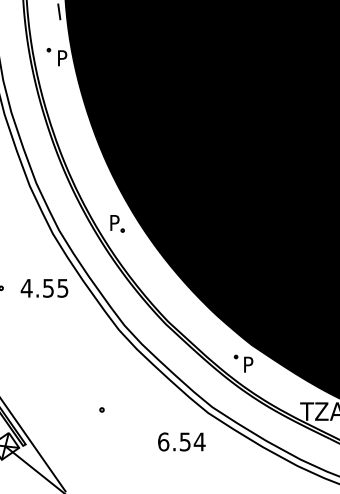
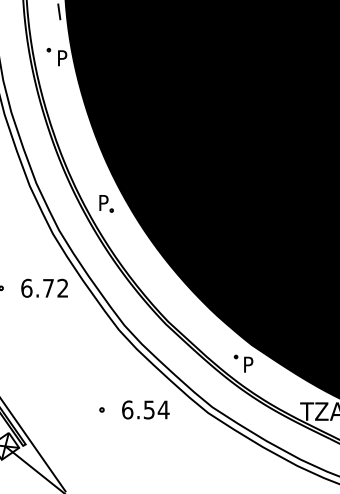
part at (117, 223) position: (117, 223) -> (106, 203)
text at (44, 287): 4.55 -> 6.72
text at (181, 441) position: (181, 441) -> (145, 409)
